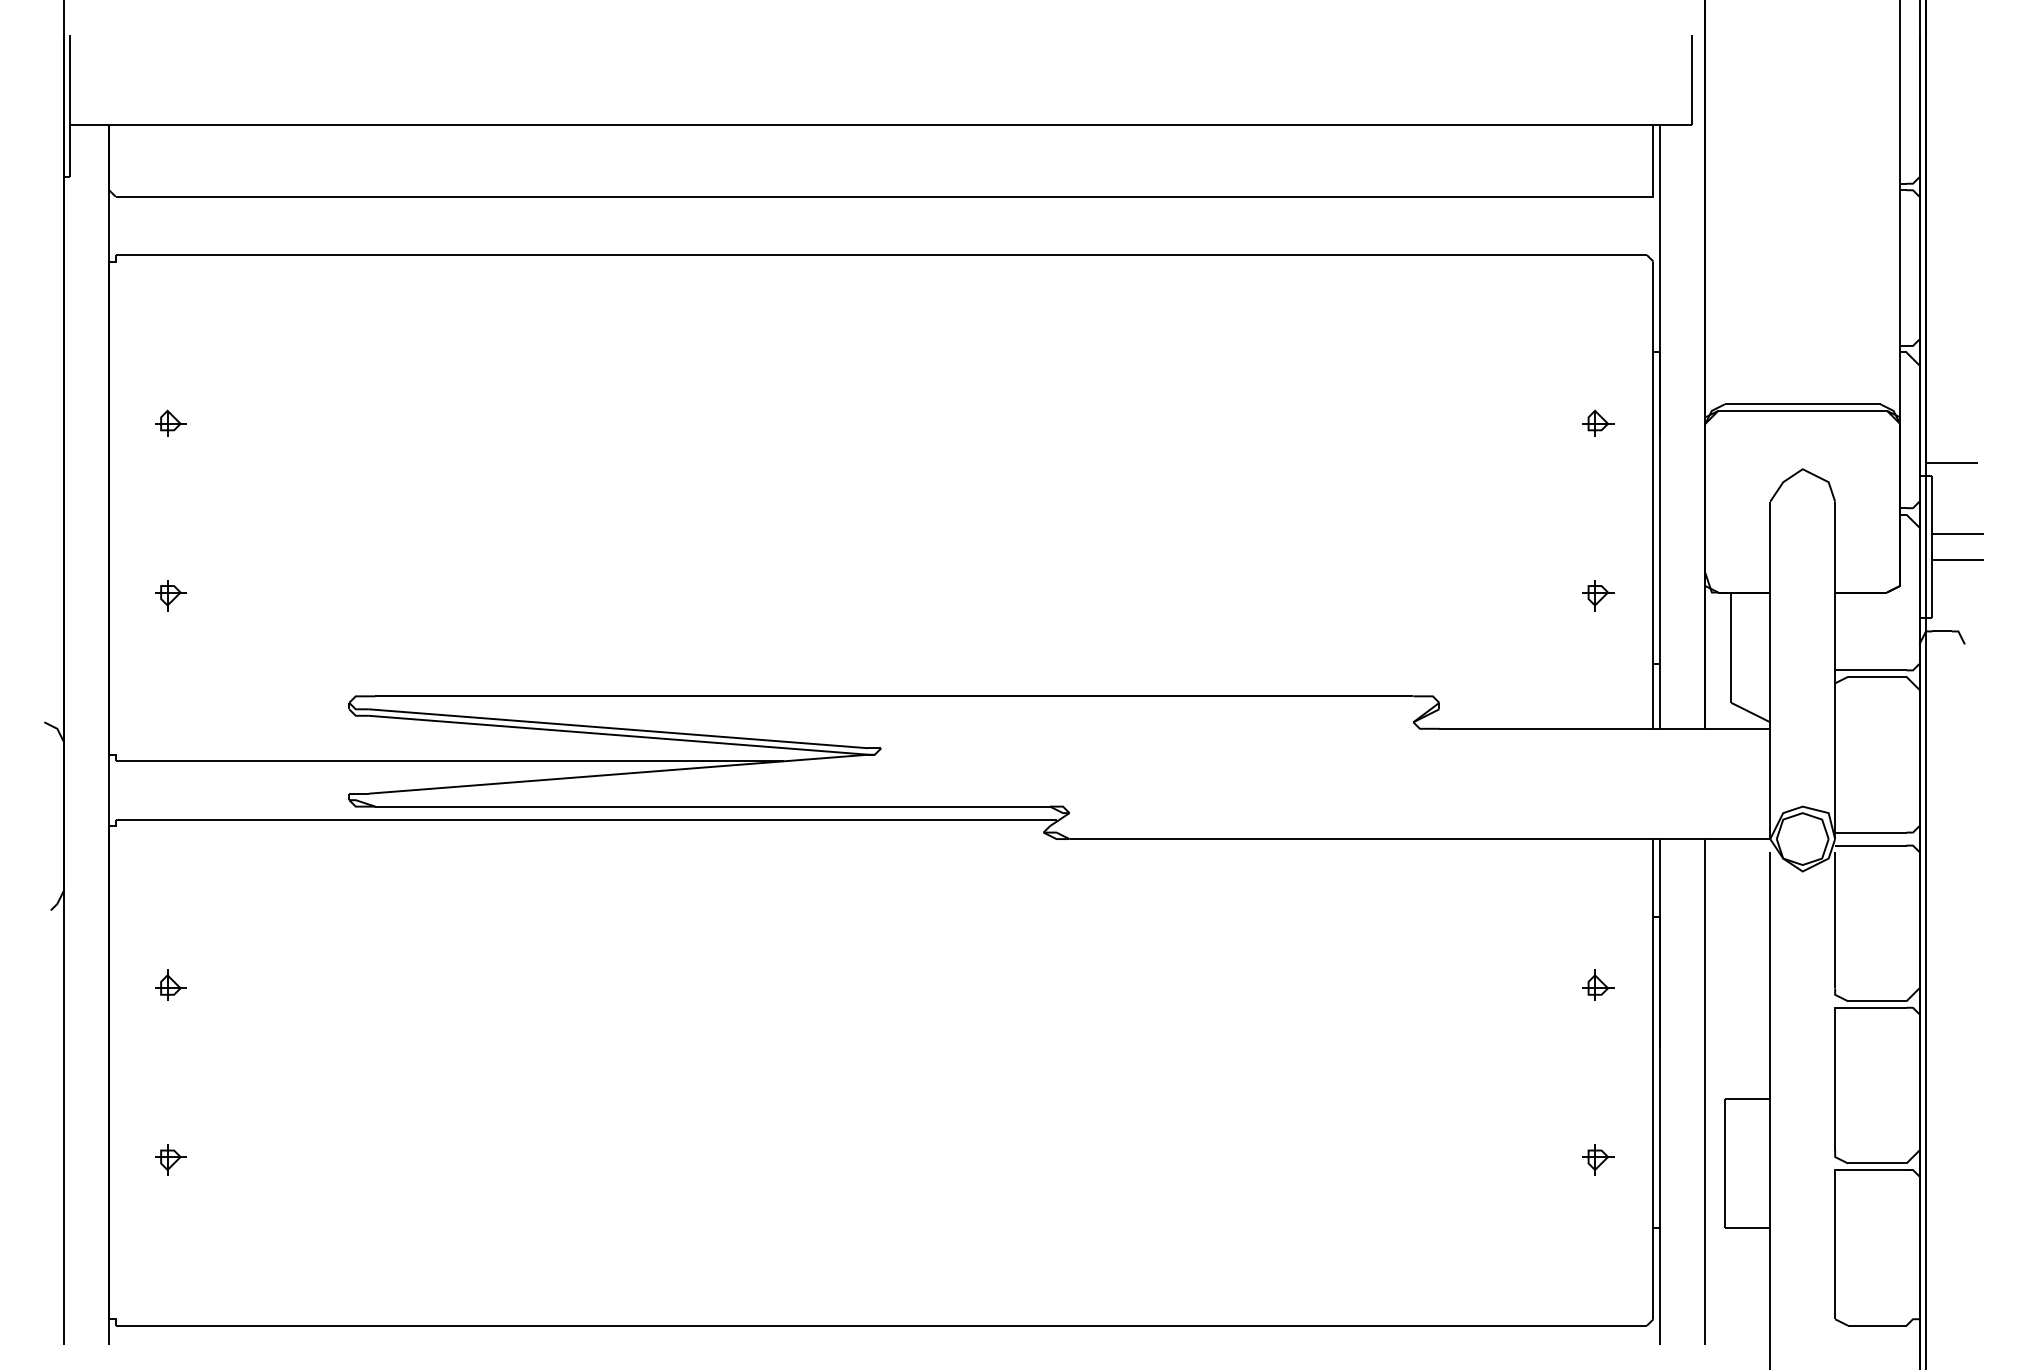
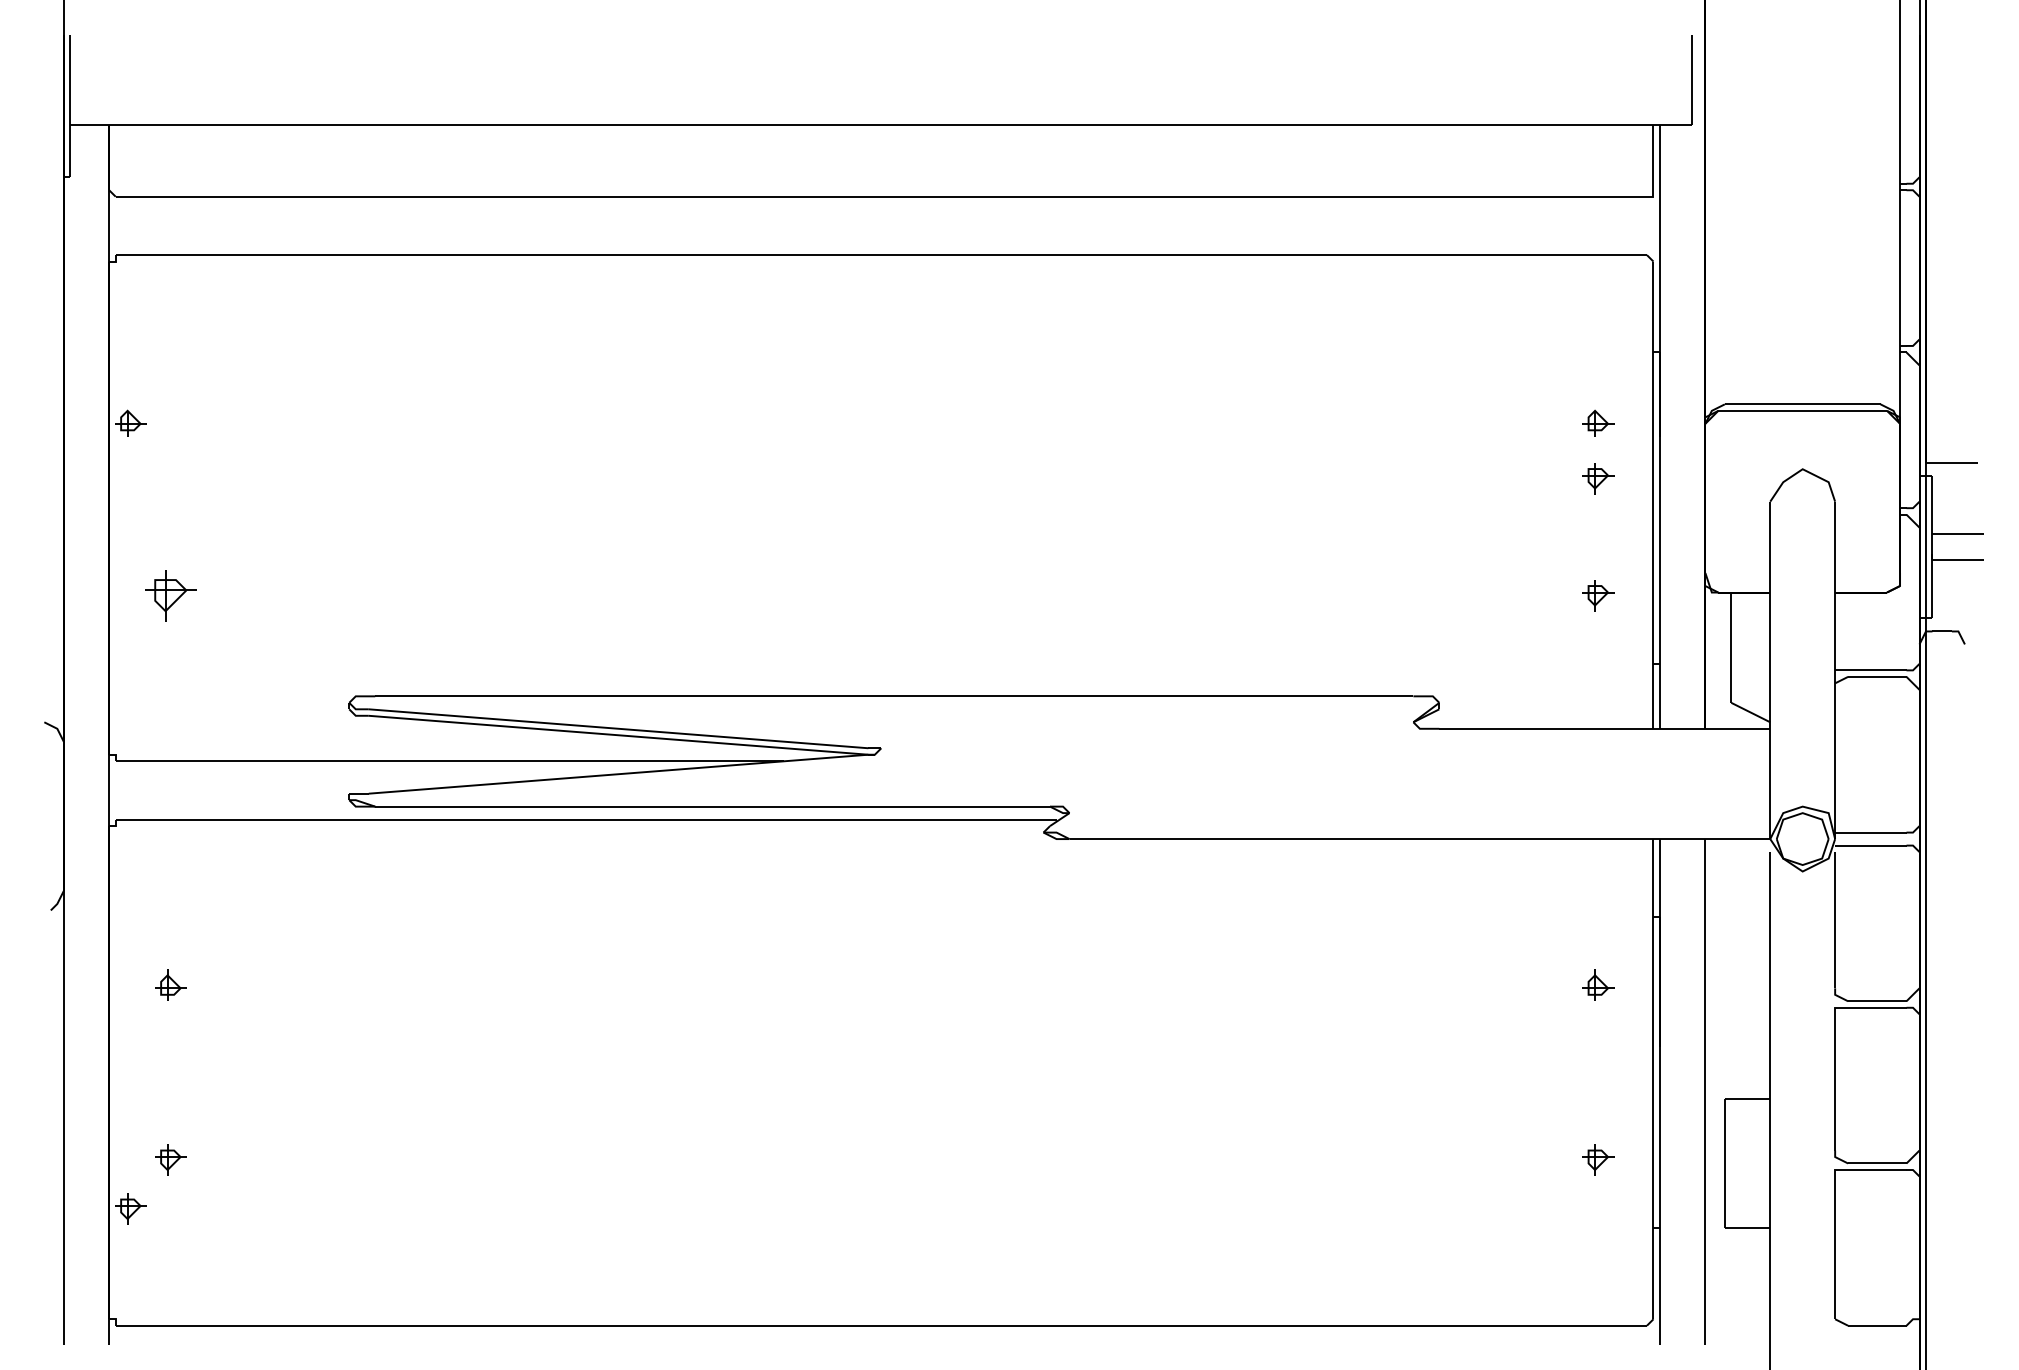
part at (170, 422) position: (170, 422) -> (130, 422)
part at (1598, 478): none -> present
part at (170, 595) size: 32x32 px -> 52x52 px
part at (130, 1208): none -> present
